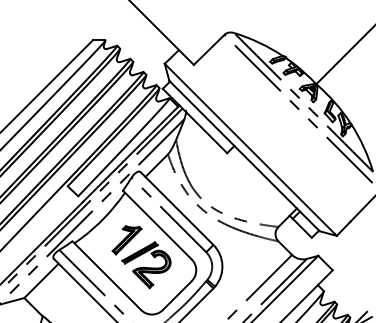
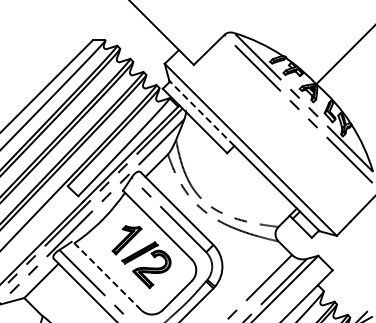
line at (202, 113): solid -> dashed
line at (106, 275): solid -> dashed
